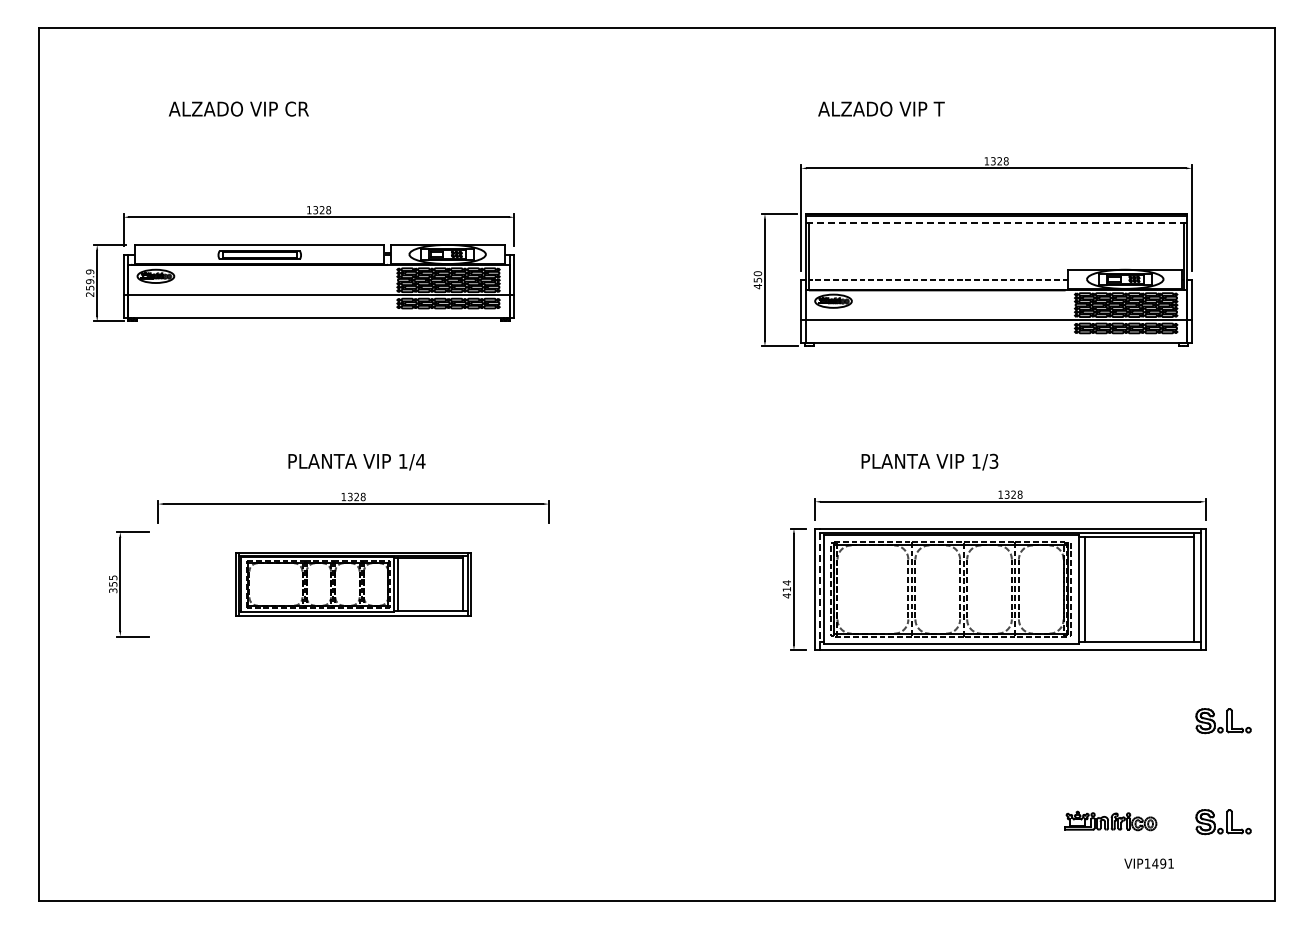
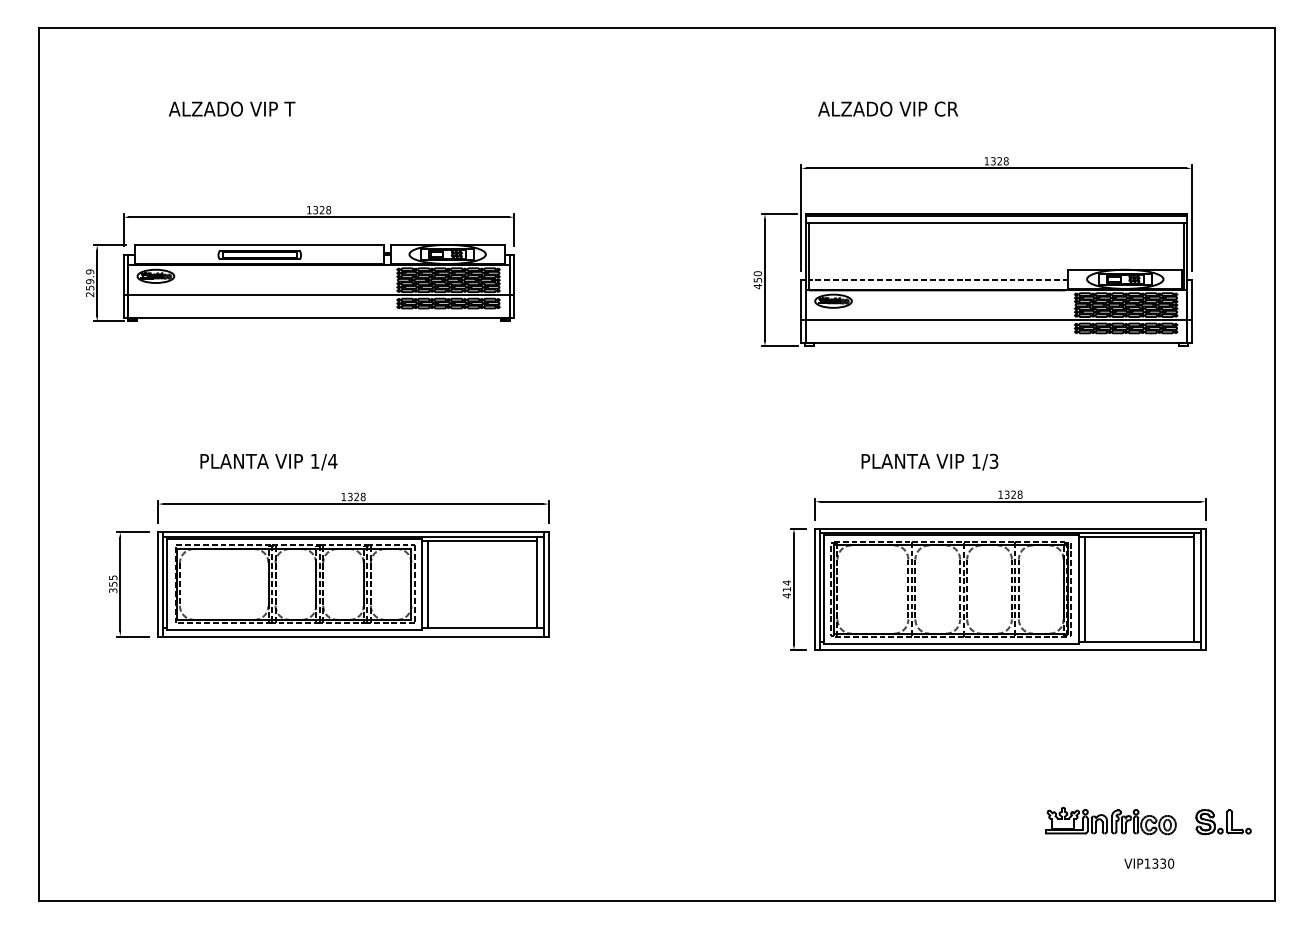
text at (296, 108): ALZADO VIP CR -> ALZADO VIP T
text at (945, 108): ALZADO VIP T -> ALZADO VIP CR
line at (996, 222): dashed -> solid
text at (356, 462) position: (356, 462) -> (268, 462)
part at (353, 584) size: 237x65 px -> 393x107 px
line at (819, 589): dashed -> solid
part at (1223, 721): present -> none
part at (1110, 820) size: 94x22 px -> 132x30 px
text at (1163, 863): VIP1491 -> VIP1330
